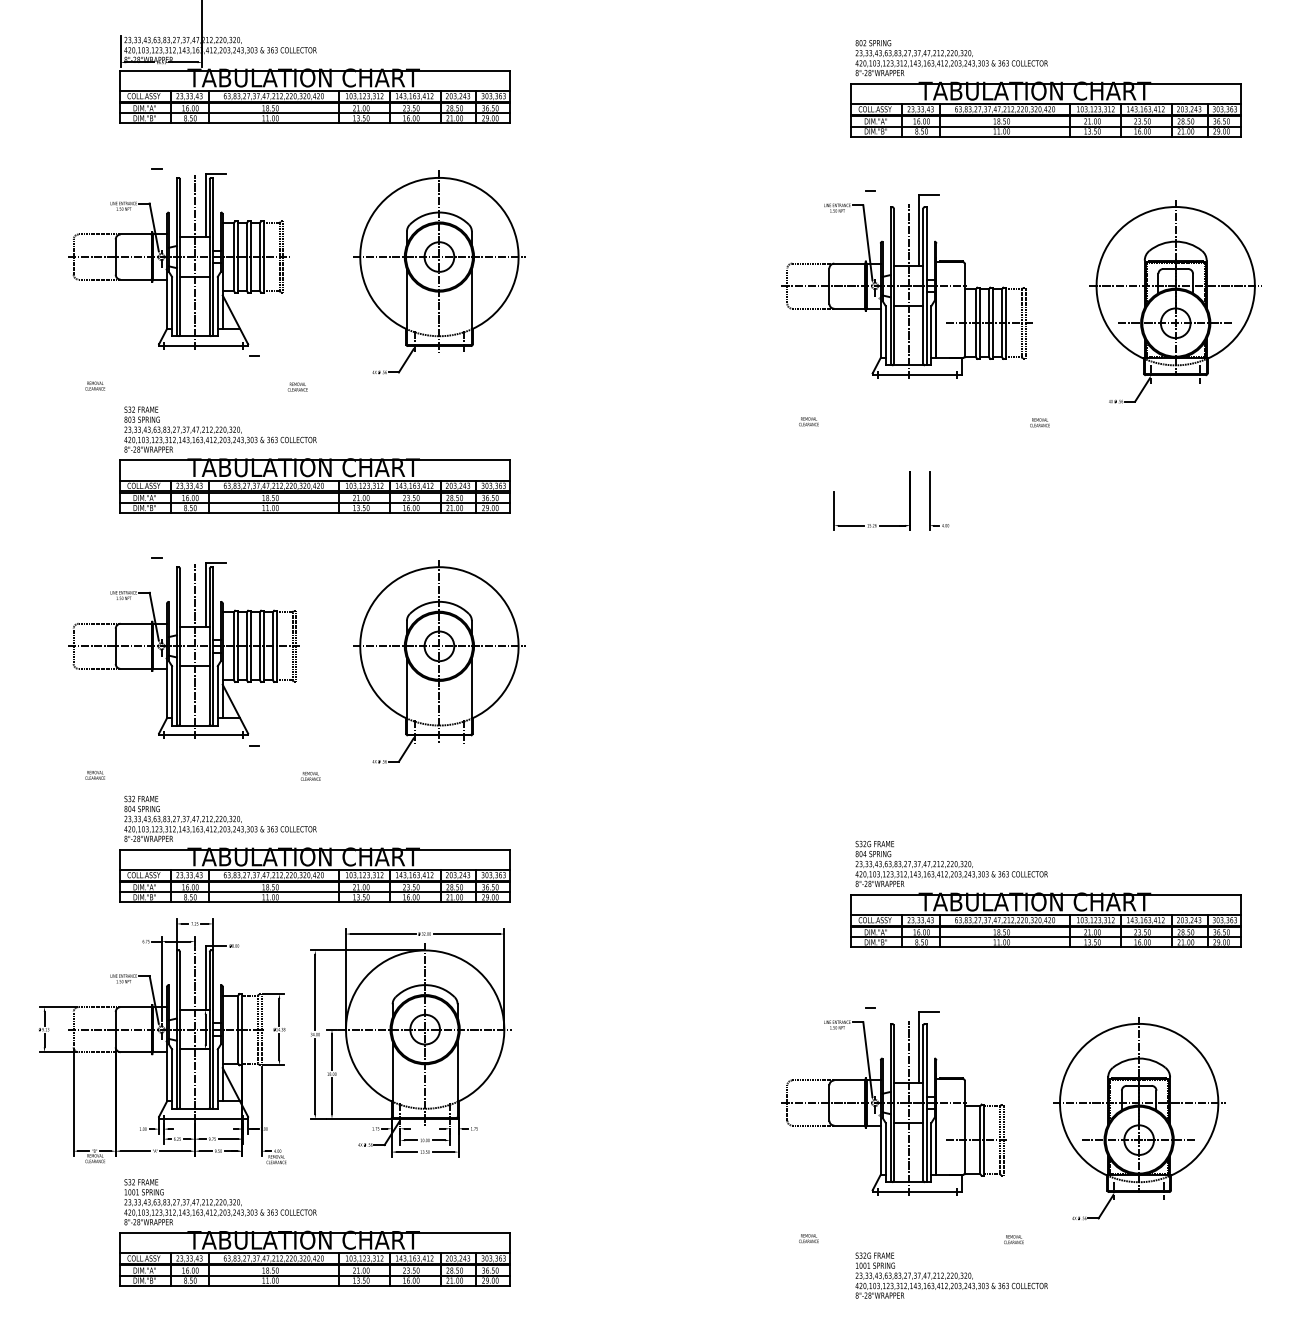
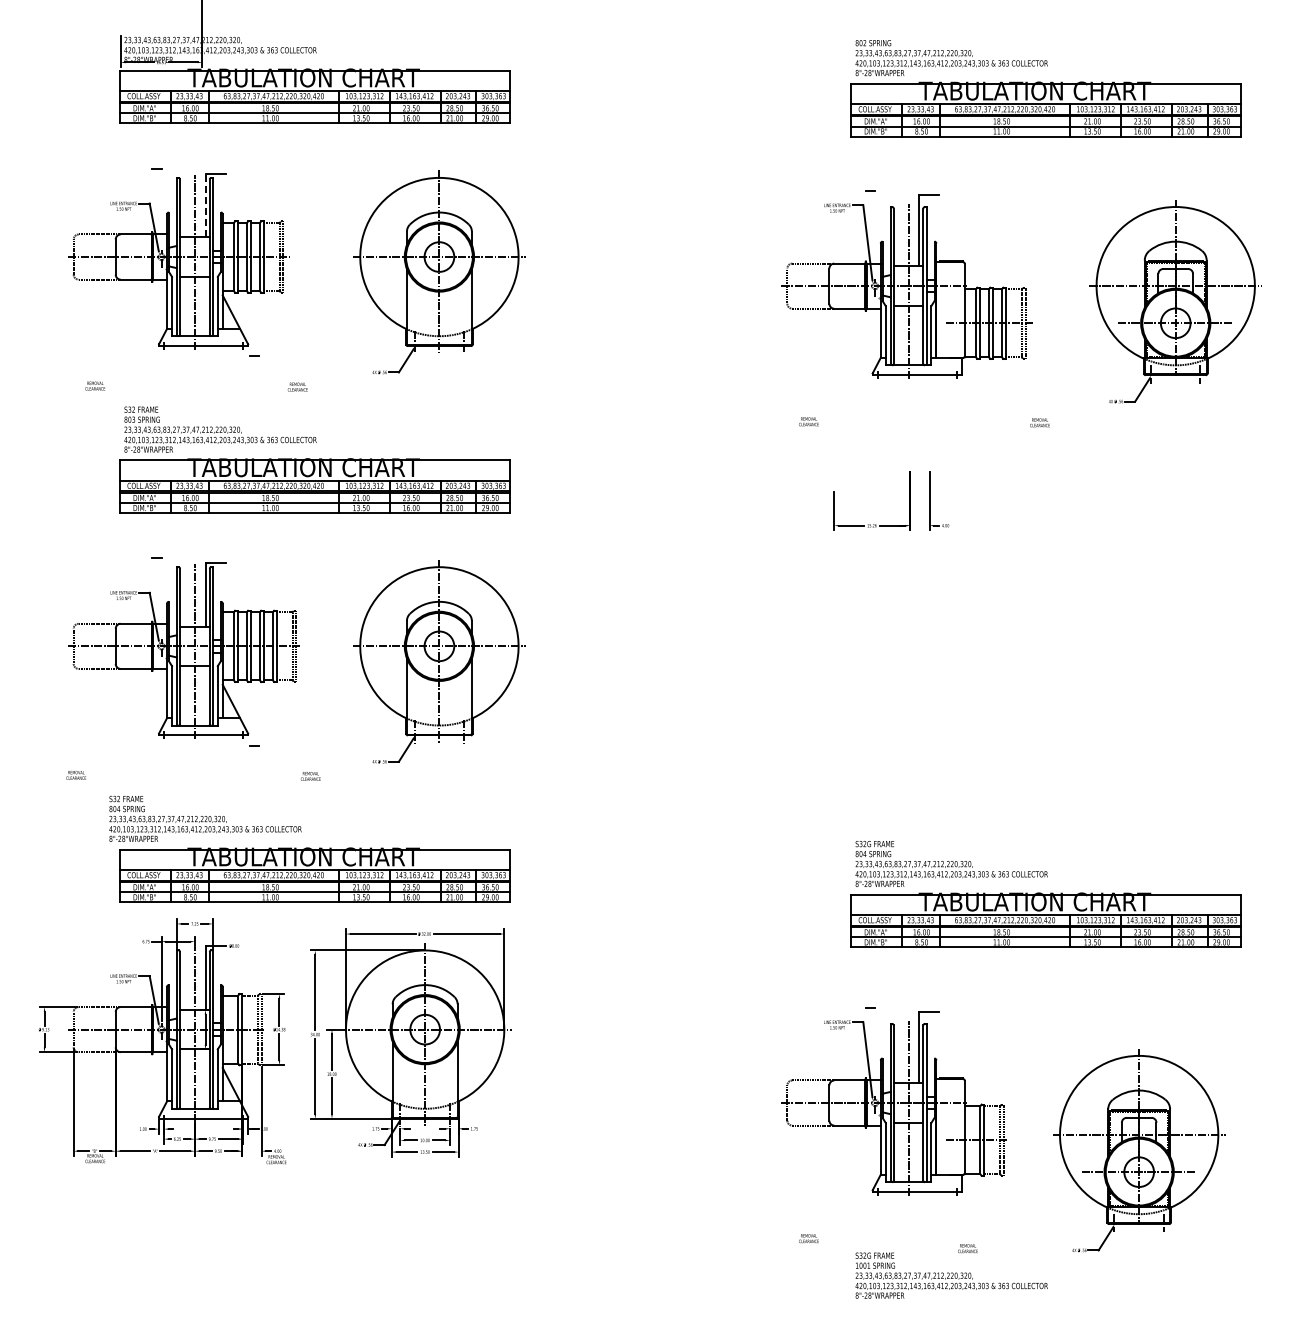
line at (205, 205): solid -> dashed
text at (94, 775) position: (94, 775) -> (75, 775)
text at (220, 818) position: (220, 818) -> (205, 818)
part at (1139, 1118) position: (1139, 1118) -> (1139, 1150)
part at (314, 1232): present -> none
text at (1013, 1239) position: (1013, 1239) -> (967, 1248)
